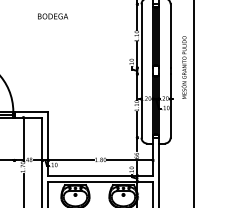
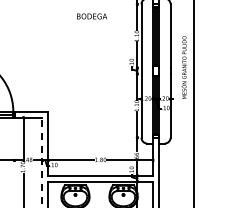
text at (52, 16) position: (52, 16) -> (91, 16)
line at (42, 162): solid -> dashed
